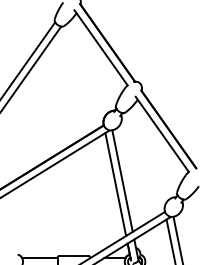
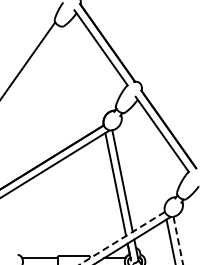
line at (31, 67): present -> none
line at (122, 238): solid -> dashed
line at (178, 241): solid -> dashed
